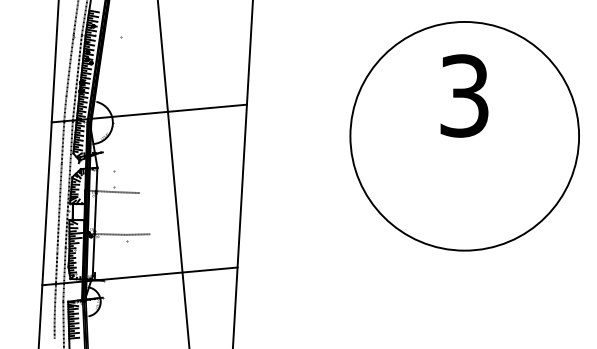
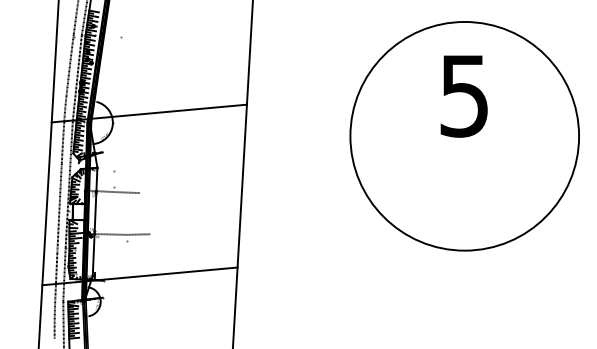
text at (464, 95): 3 -> 5
line at (173, 173): present -> none
